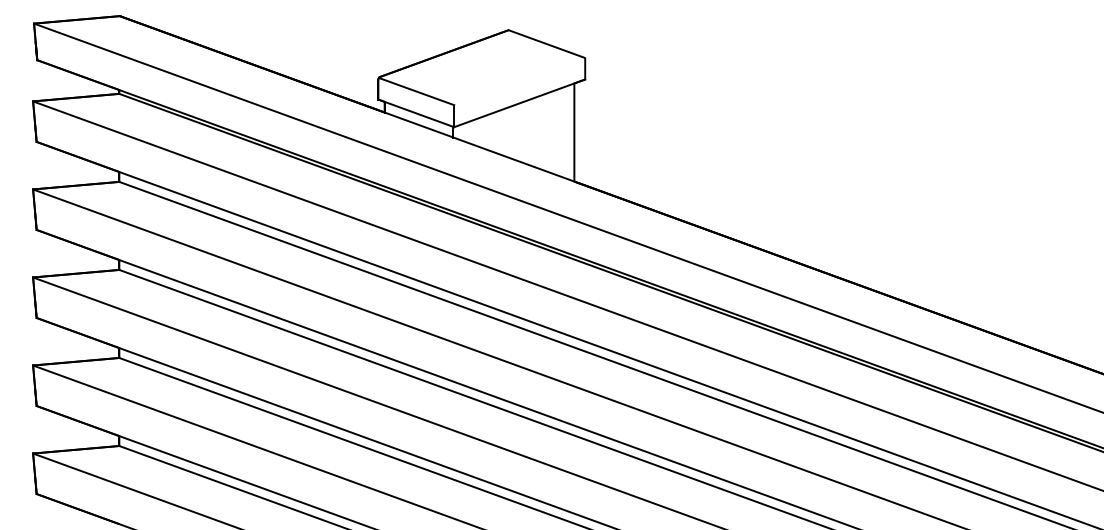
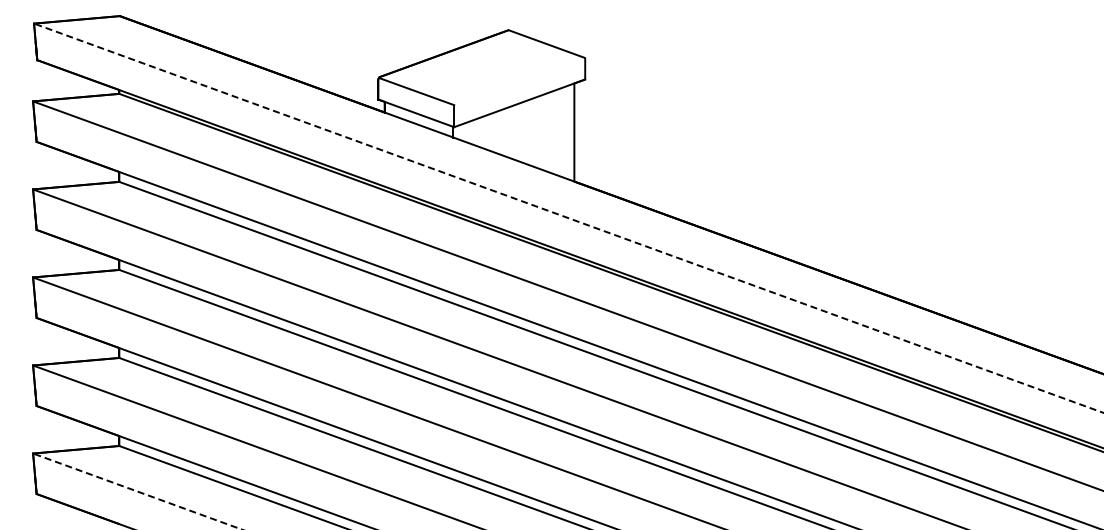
line at (568, 218): solid -> dashed
line at (137, 491): solid -> dashed
